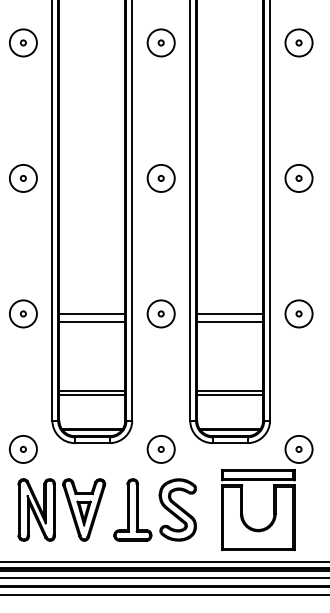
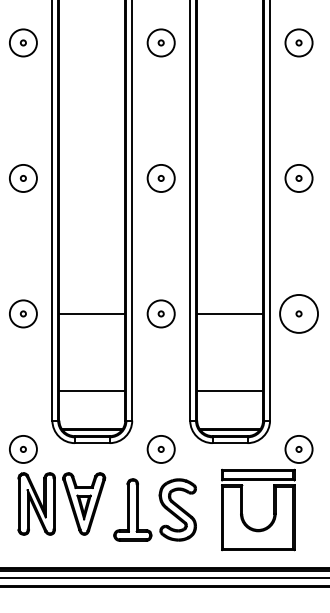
circle at (298, 313) diameter: 27 px -> 38 px
line at (92, 321): present -> none
line at (230, 321): present -> none
line at (92, 395): present -> none
line at (230, 395): present -> none
part at (61, 509) position: (61, 509) -> (61, 503)
line at (164, 562): present -> none
line at (164, 594): present -> none
